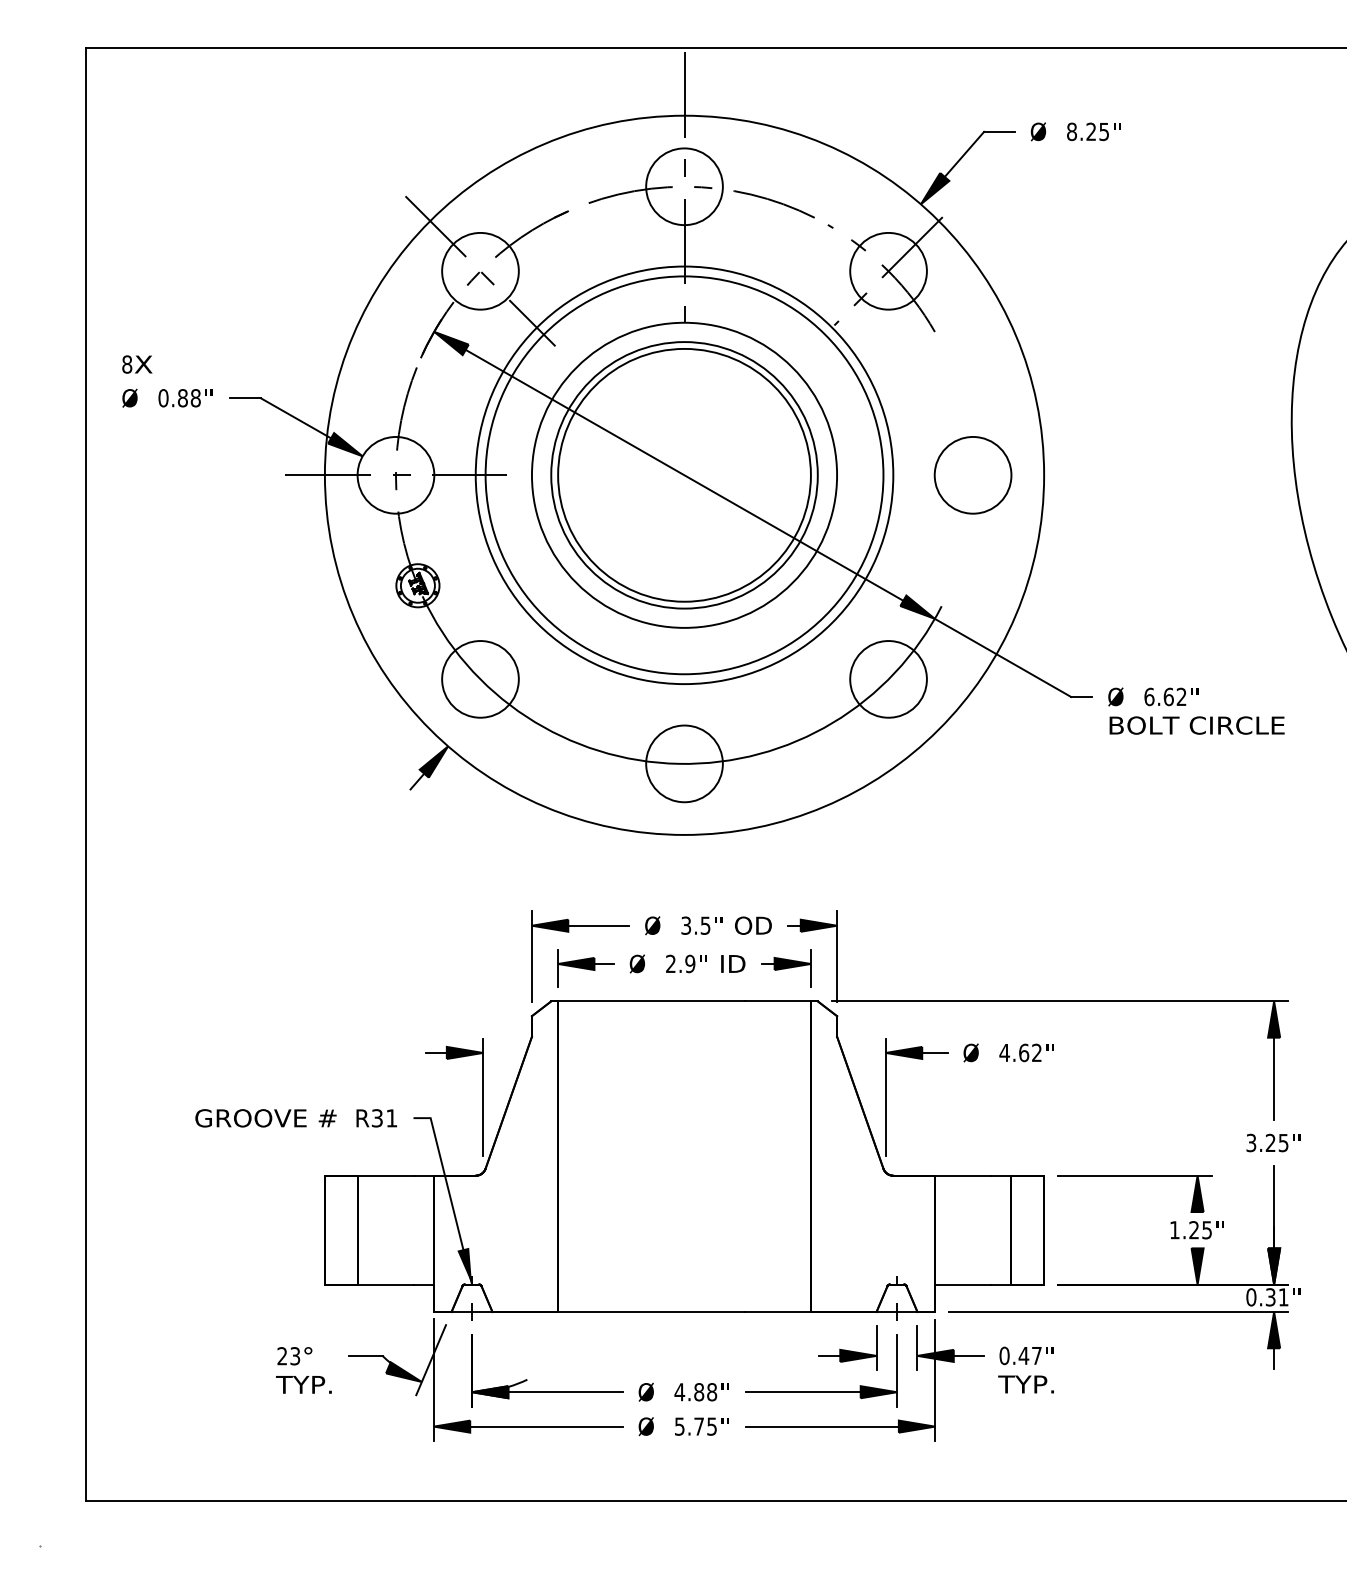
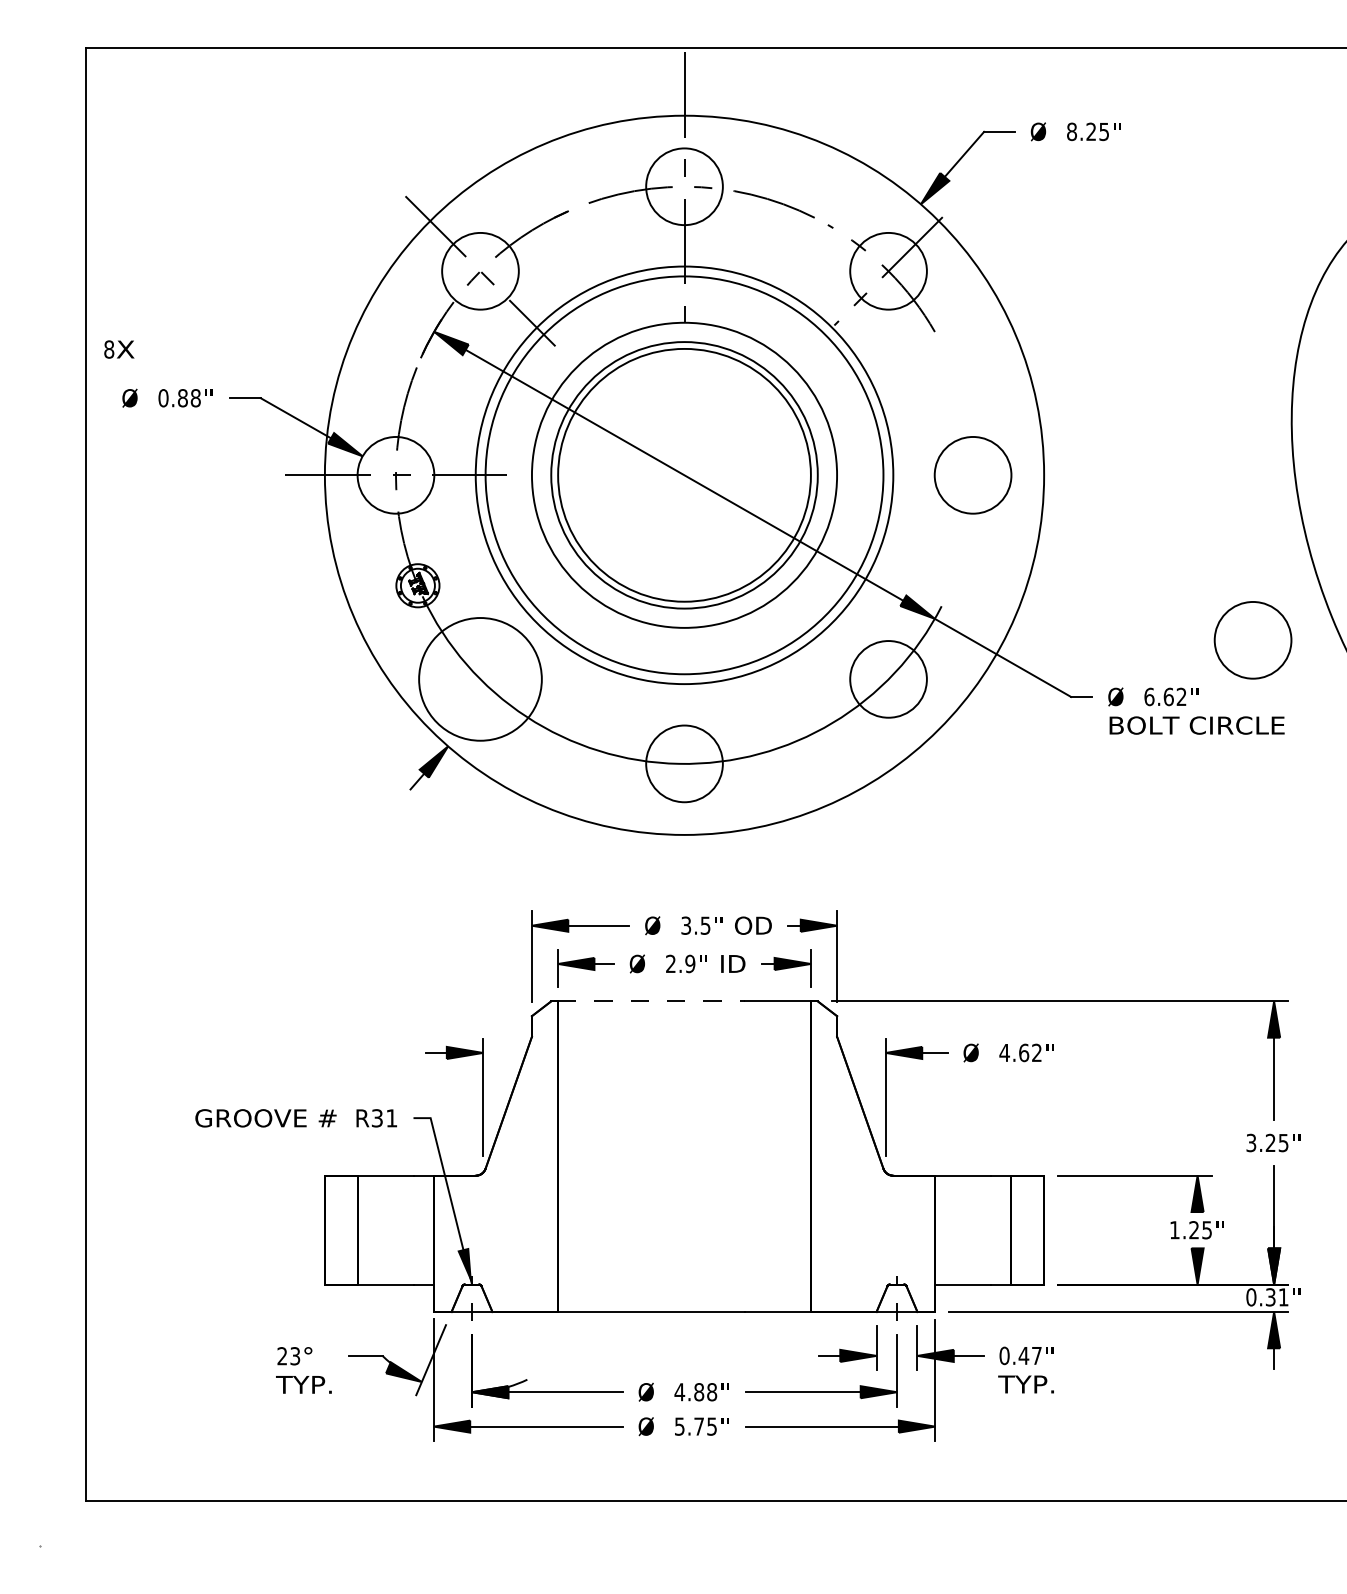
text at (137, 364) position: (137, 364) -> (119, 349)
circle at (1252, 640): none -> present
circle at (480, 679) diameter: 77 px -> 123 px
line at (651, 1001): solid -> dashed
